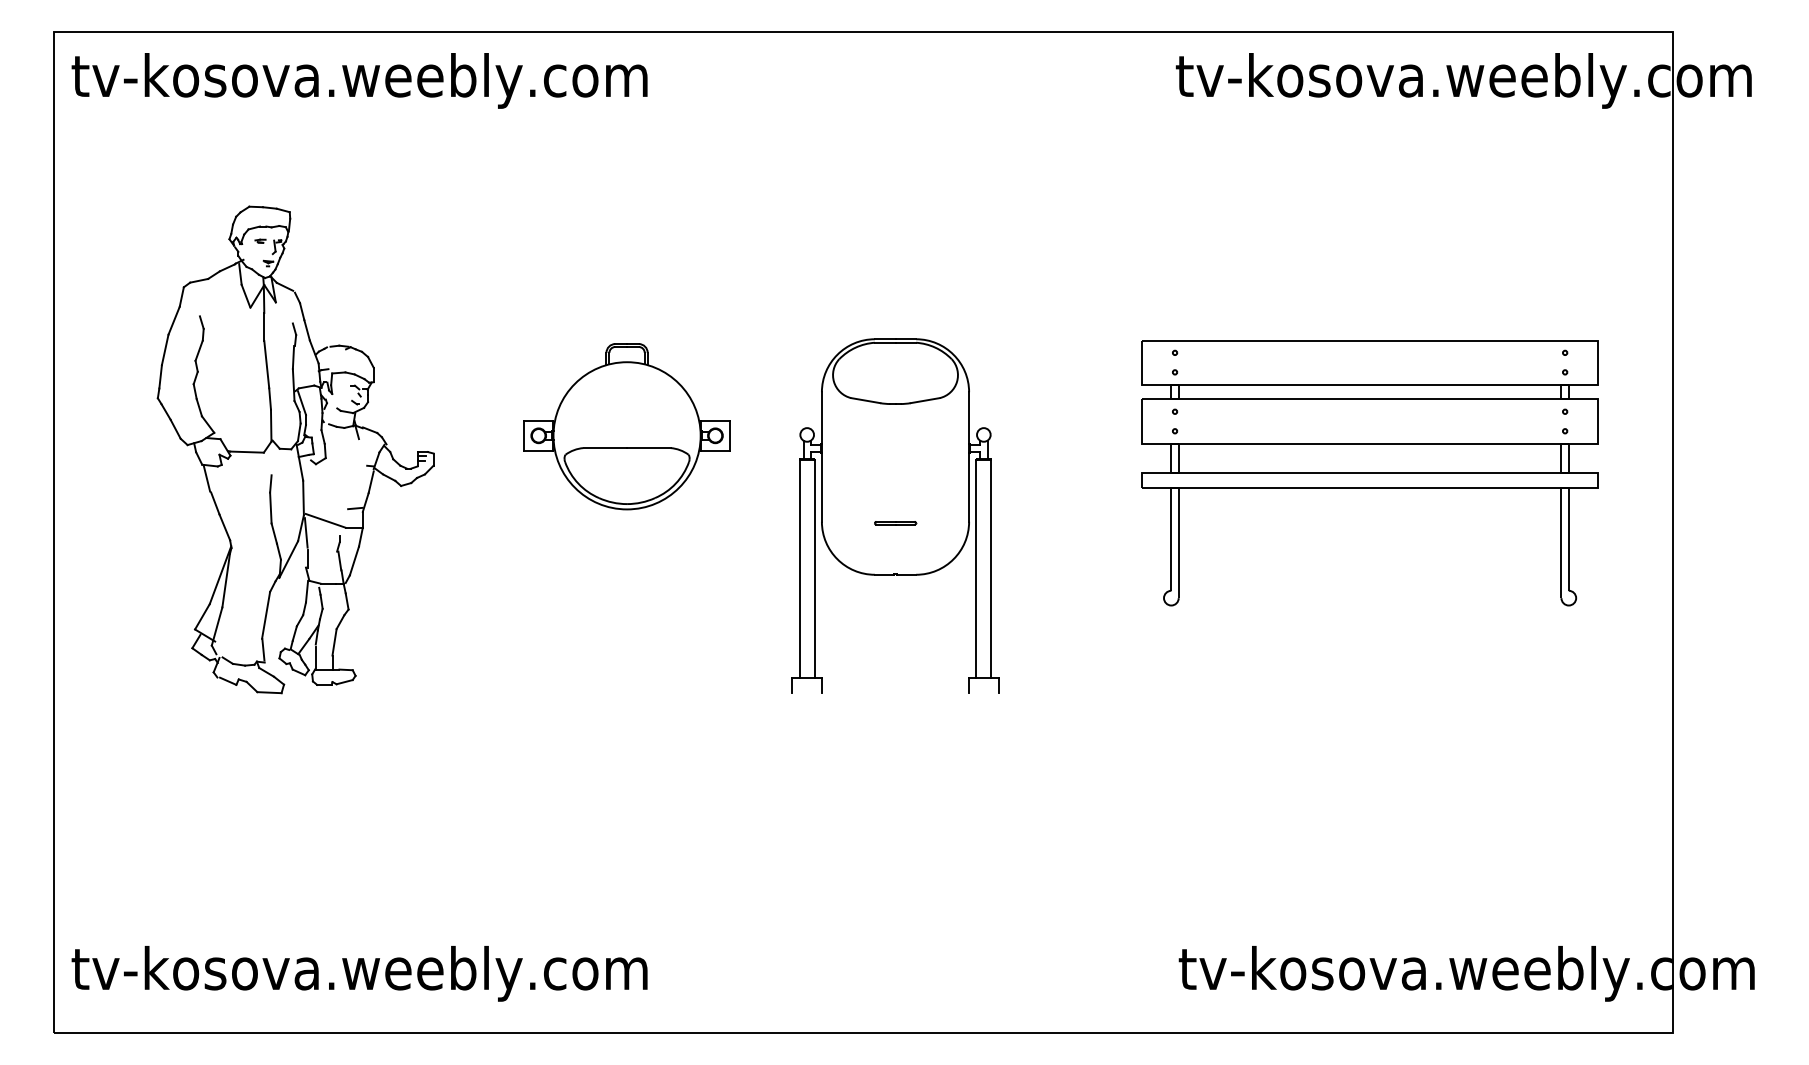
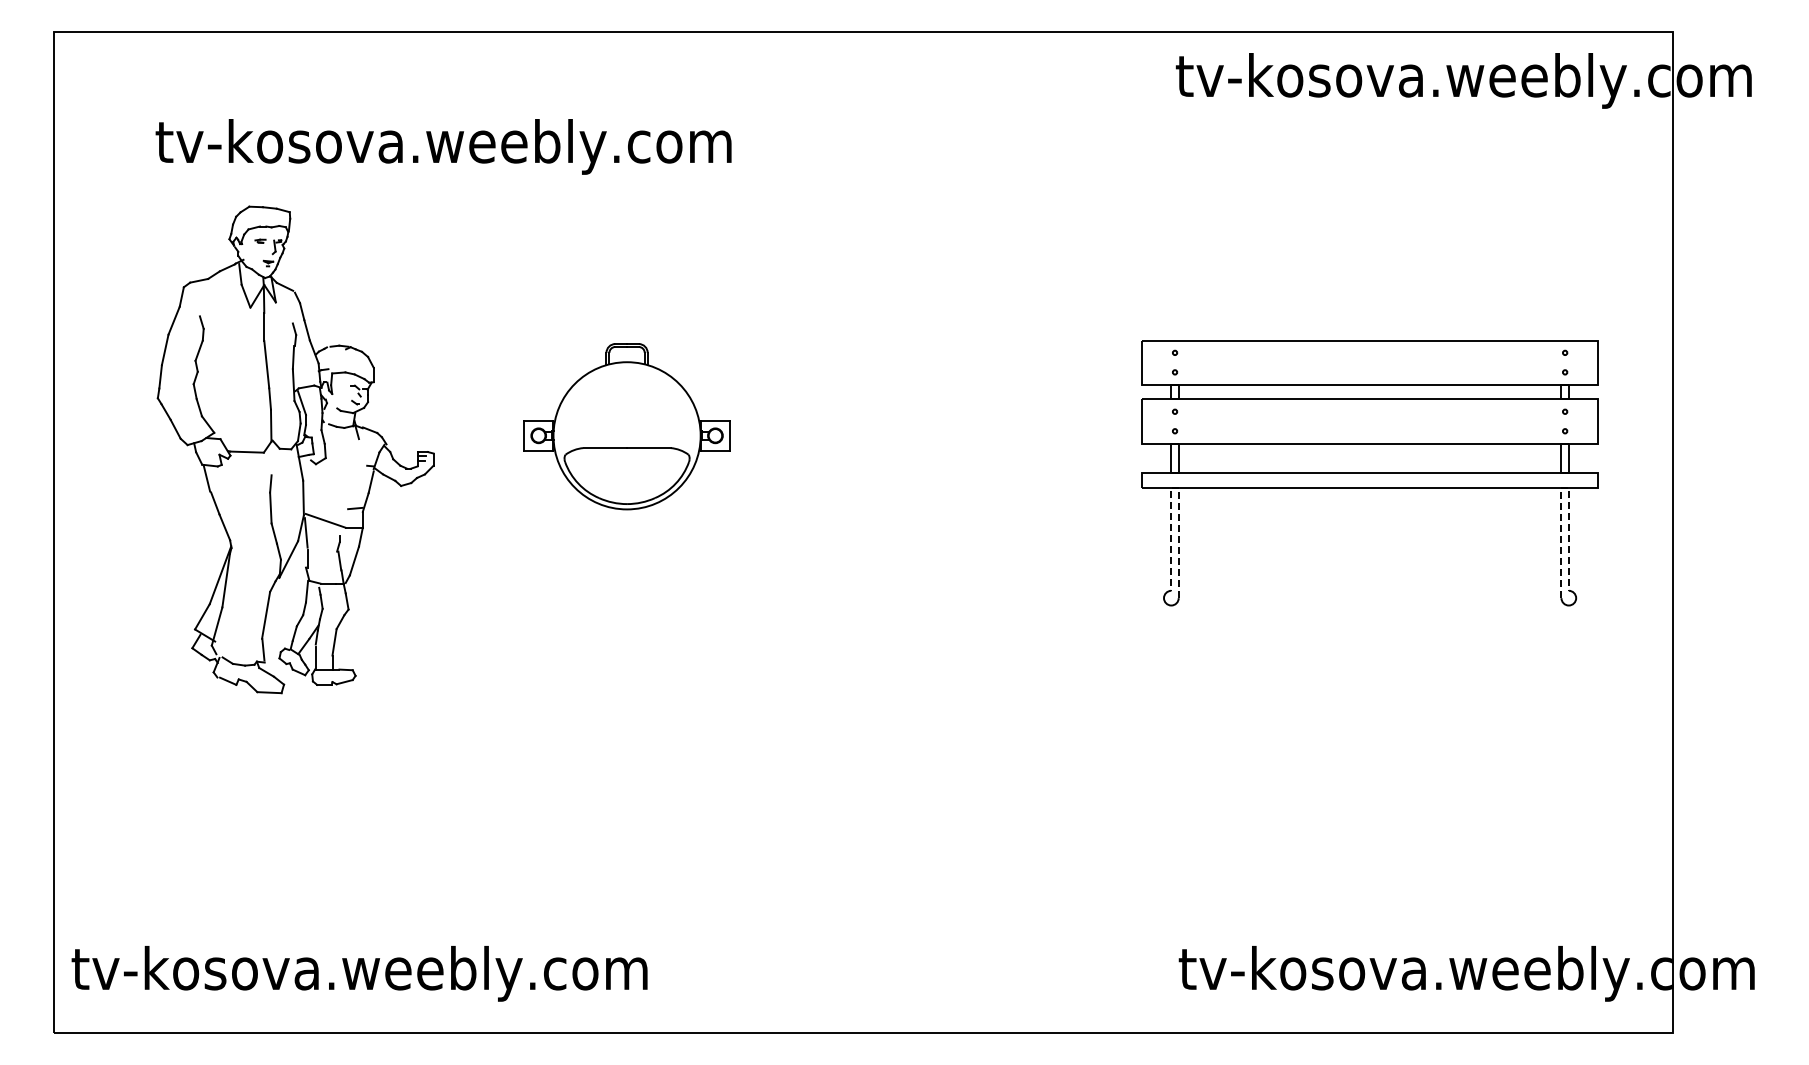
text at (359, 80) position: (359, 80) -> (443, 146)
line at (1177, 487): solid -> dashed
line at (1562, 487): solid -> dashed
part at (895, 515): present -> none
